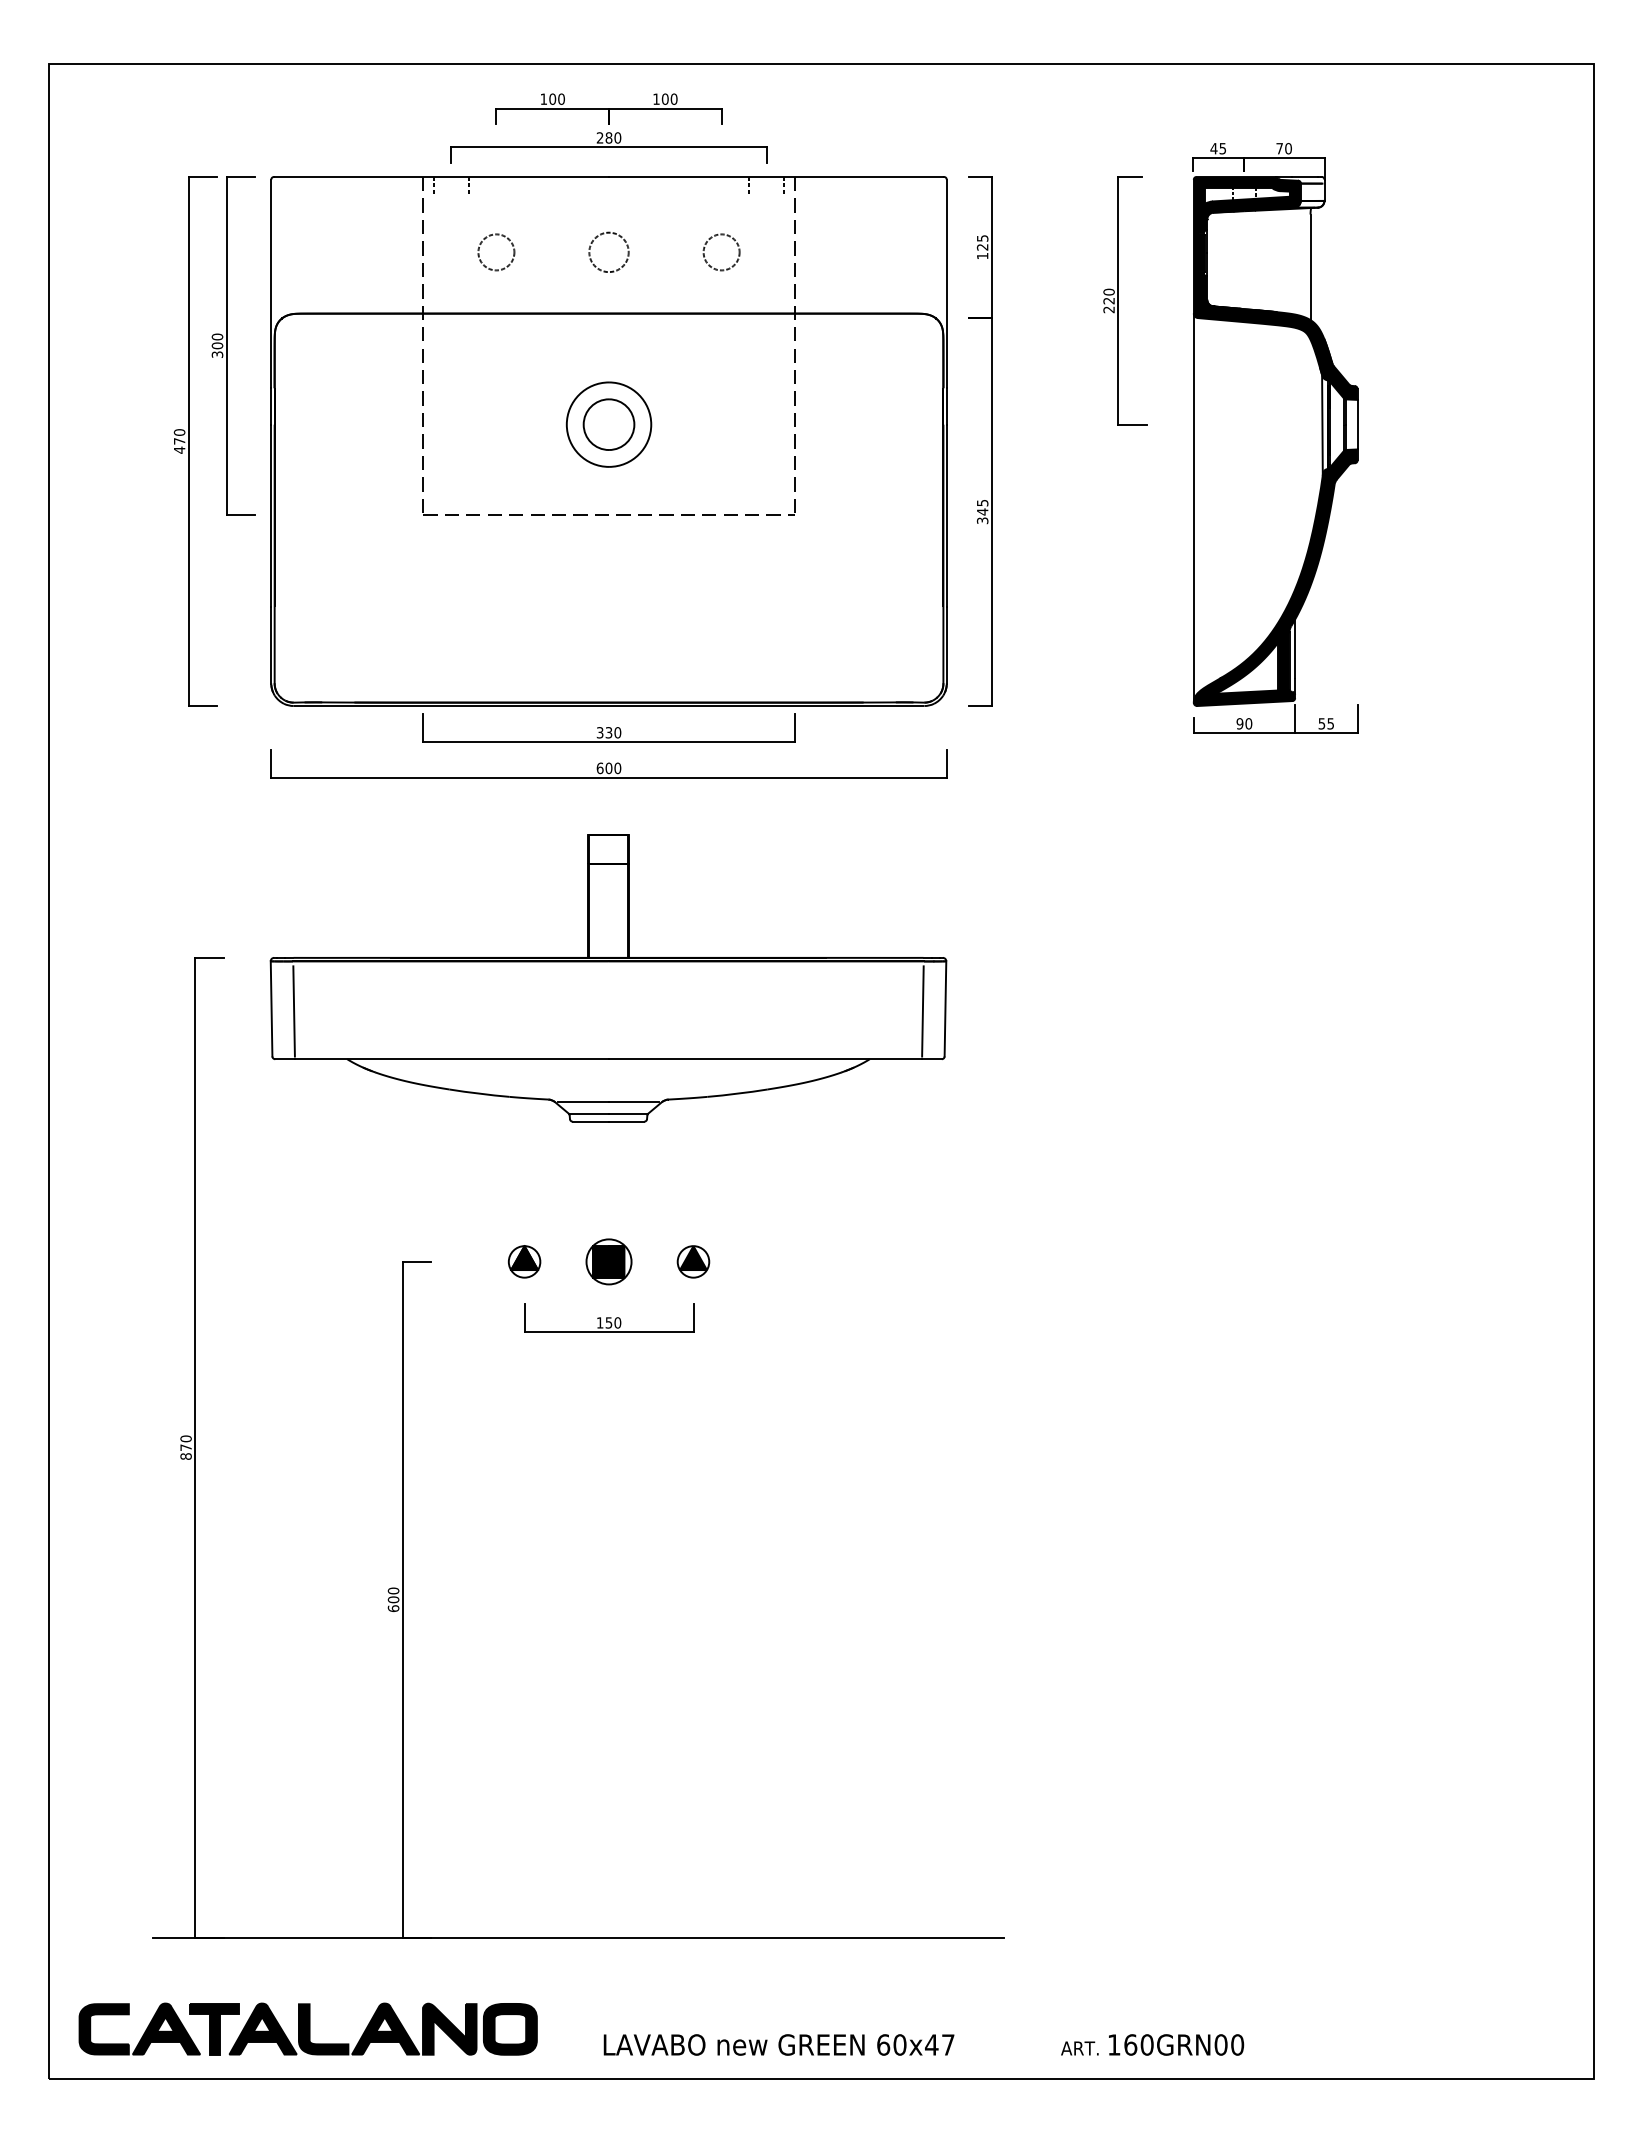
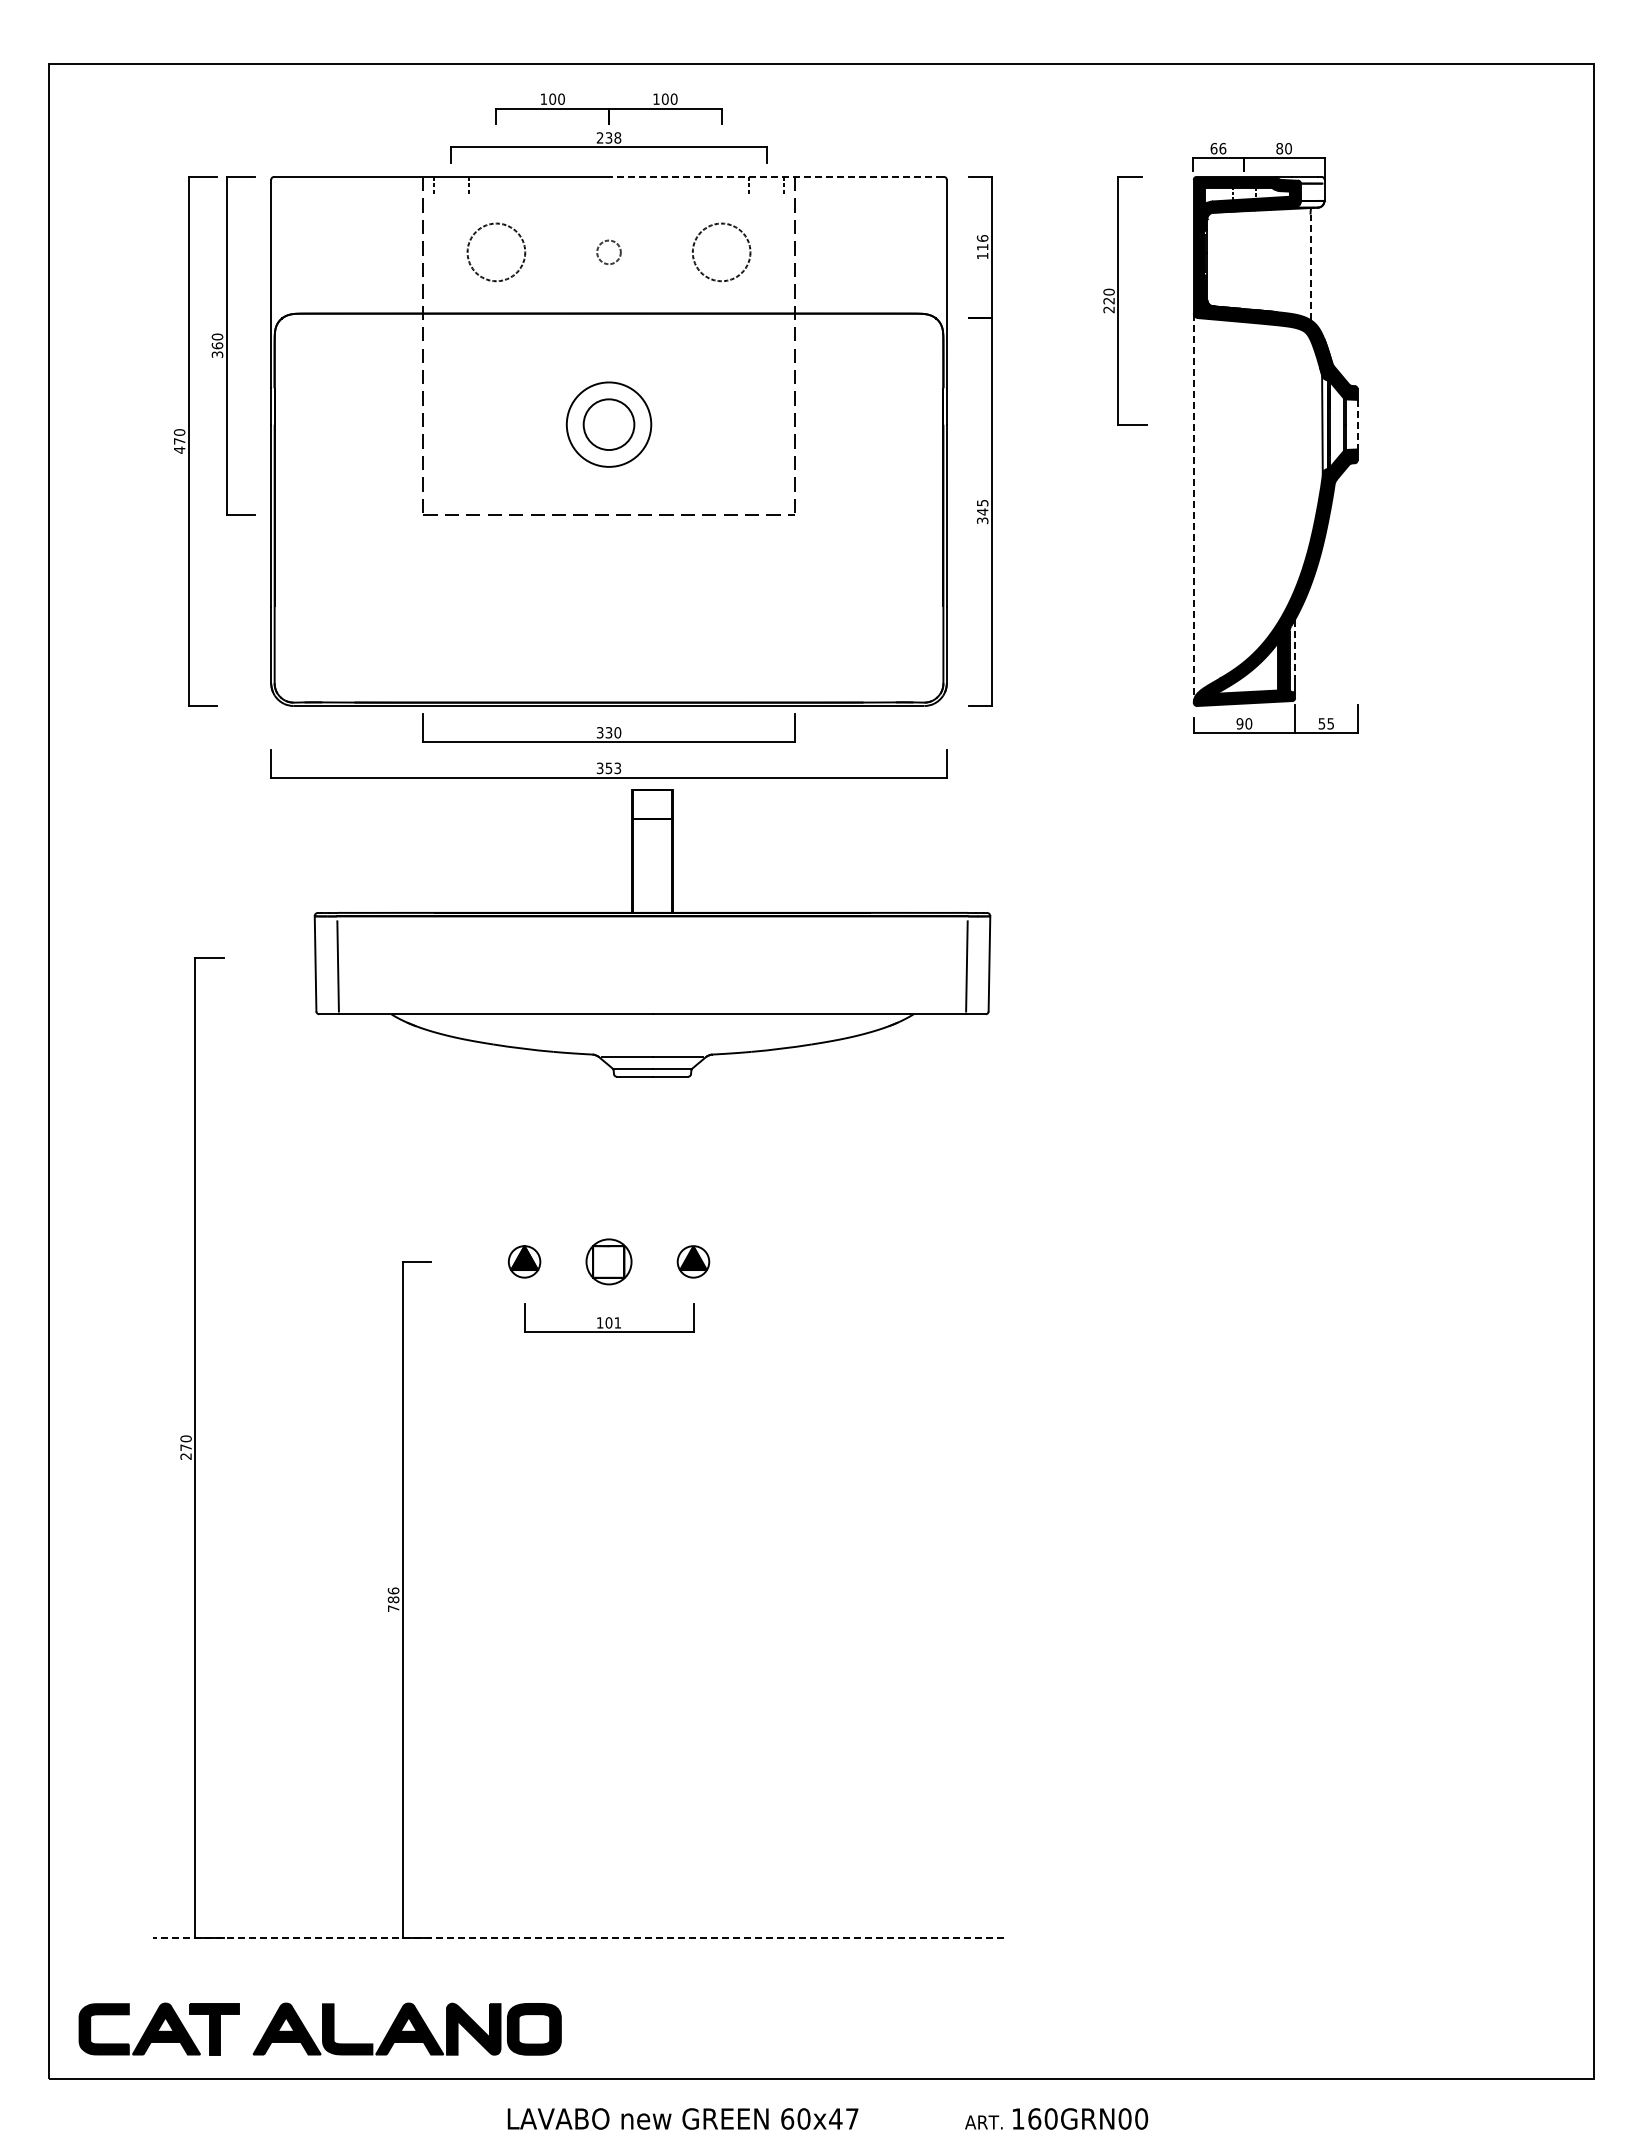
text at (613, 137): 280 -> 238
text at (1218, 148): 45 -> 66
text at (1279, 148): 70 -> 80
line at (775, 176): solid -> dashed
text at (982, 242): 125 -> 116
circle at (496, 252) diameter: 36 px -> 58 px
circle at (608, 252) diameter: 39 px -> 24 px
circle at (721, 252) diameter: 36 px -> 58 px
line at (1310, 267): solid -> dashed
text at (216, 345): 300 -> 360
line at (1357, 424): solid -> dashed
line at (1193, 508): solid -> dashed
line at (1295, 649): solid -> dashed
text at (608, 768): 600 -> 353
part at (608, 978) position: (608, 978) -> (652, 933)
fill at (608, 1261): present -> none
text at (613, 1322): 150 -> 101
text at (185, 1456): 870 -> 270
text at (393, 1599): 600 -> 786
line at (578, 1937): solid -> dashed
part at (382, 2028) position: (382, 2028) -> (406, 2028)
text at (923, 2044) position: (923, 2044) -> (827, 2118)
